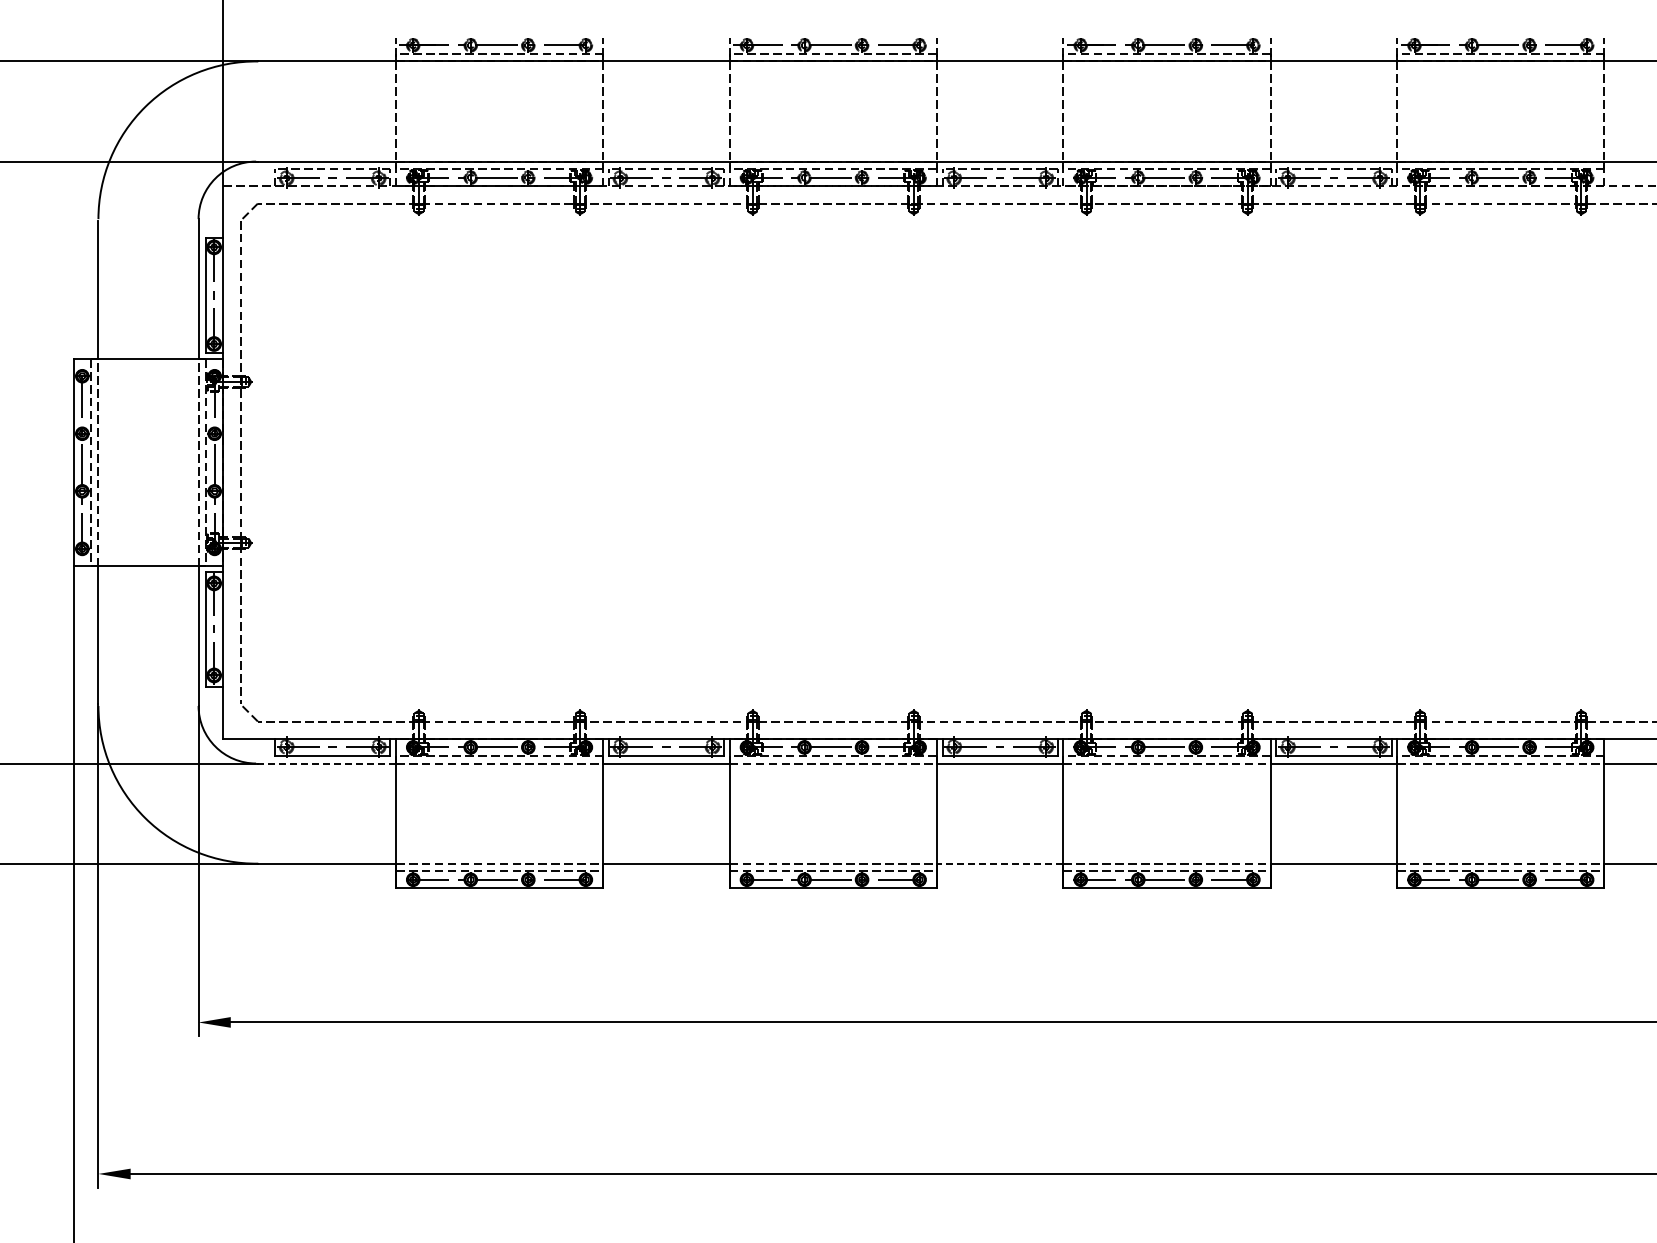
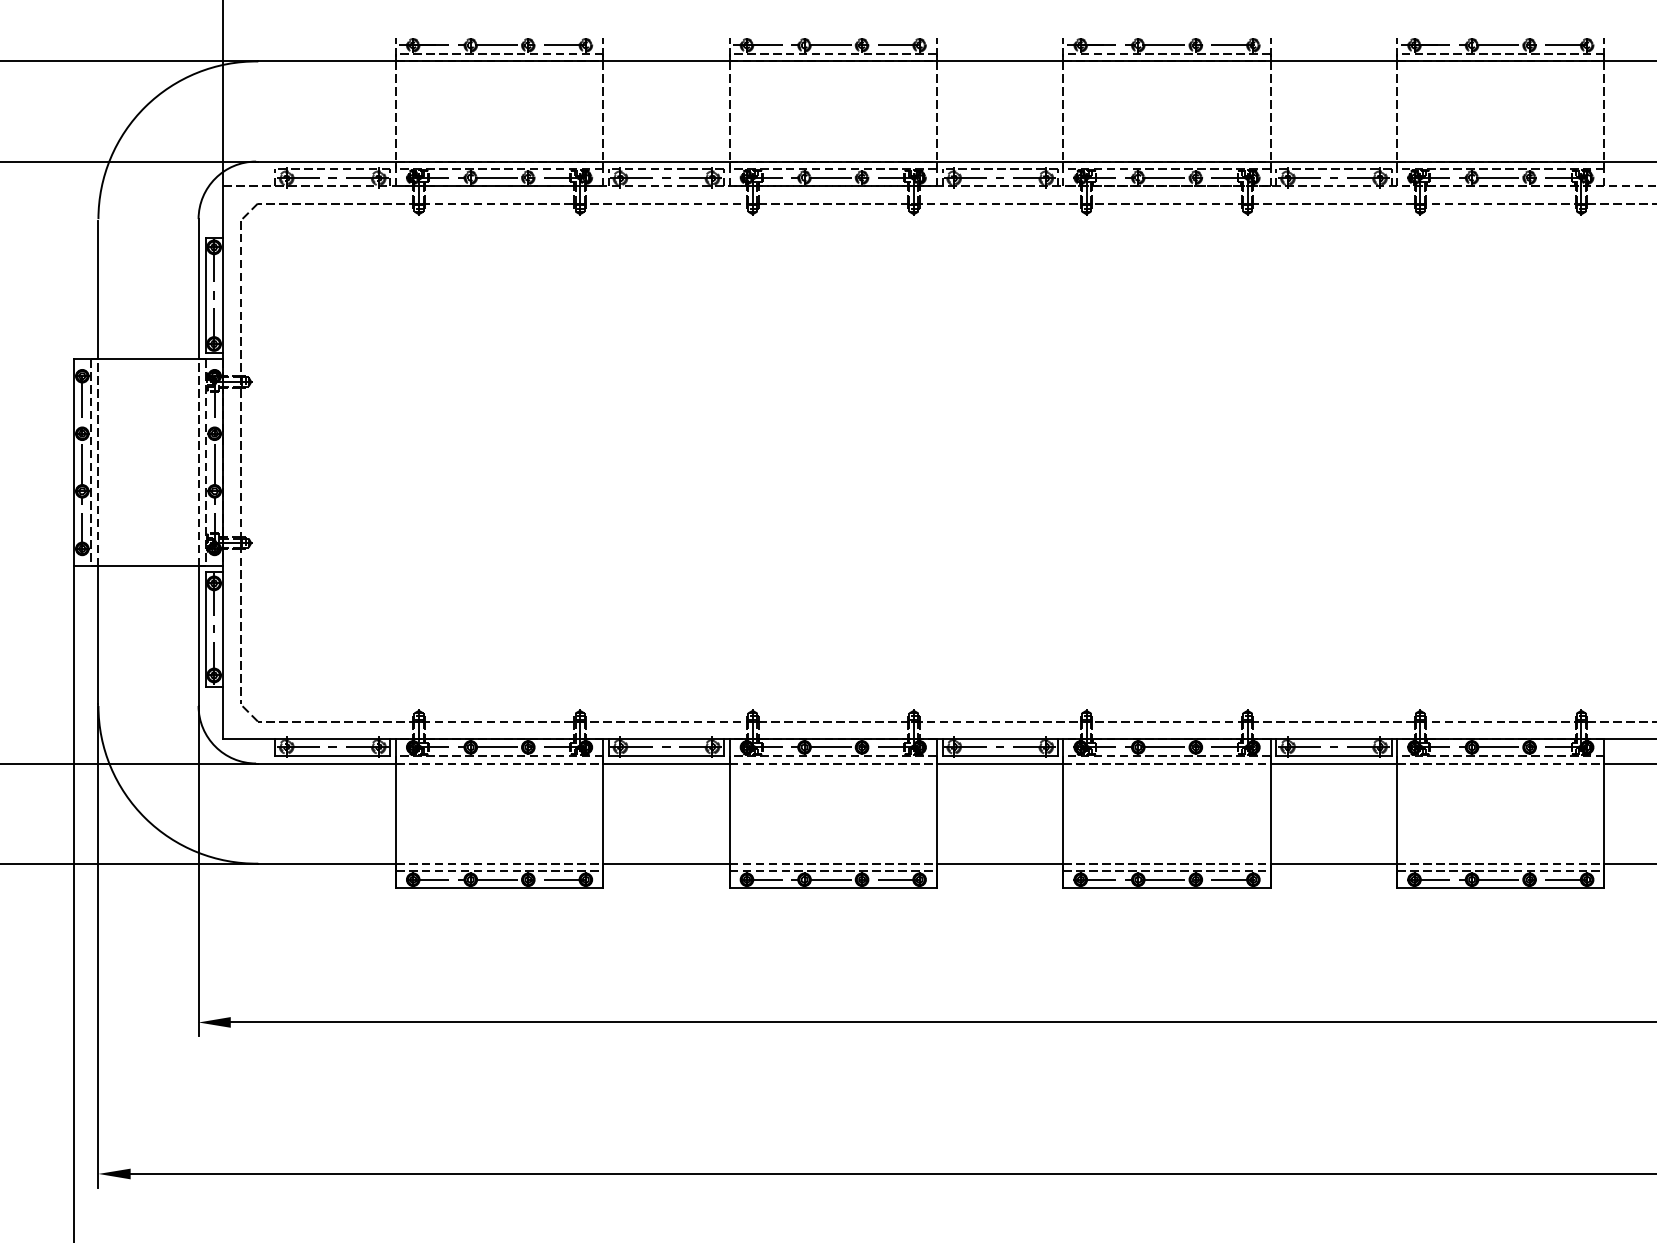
line at (326, 763): dashed -> solid
line at (999, 863): dashed -> solid
